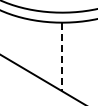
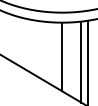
line at (62, 57): dashed -> solid
line at (81, 61): none -> present
line at (88, 61): none -> present
